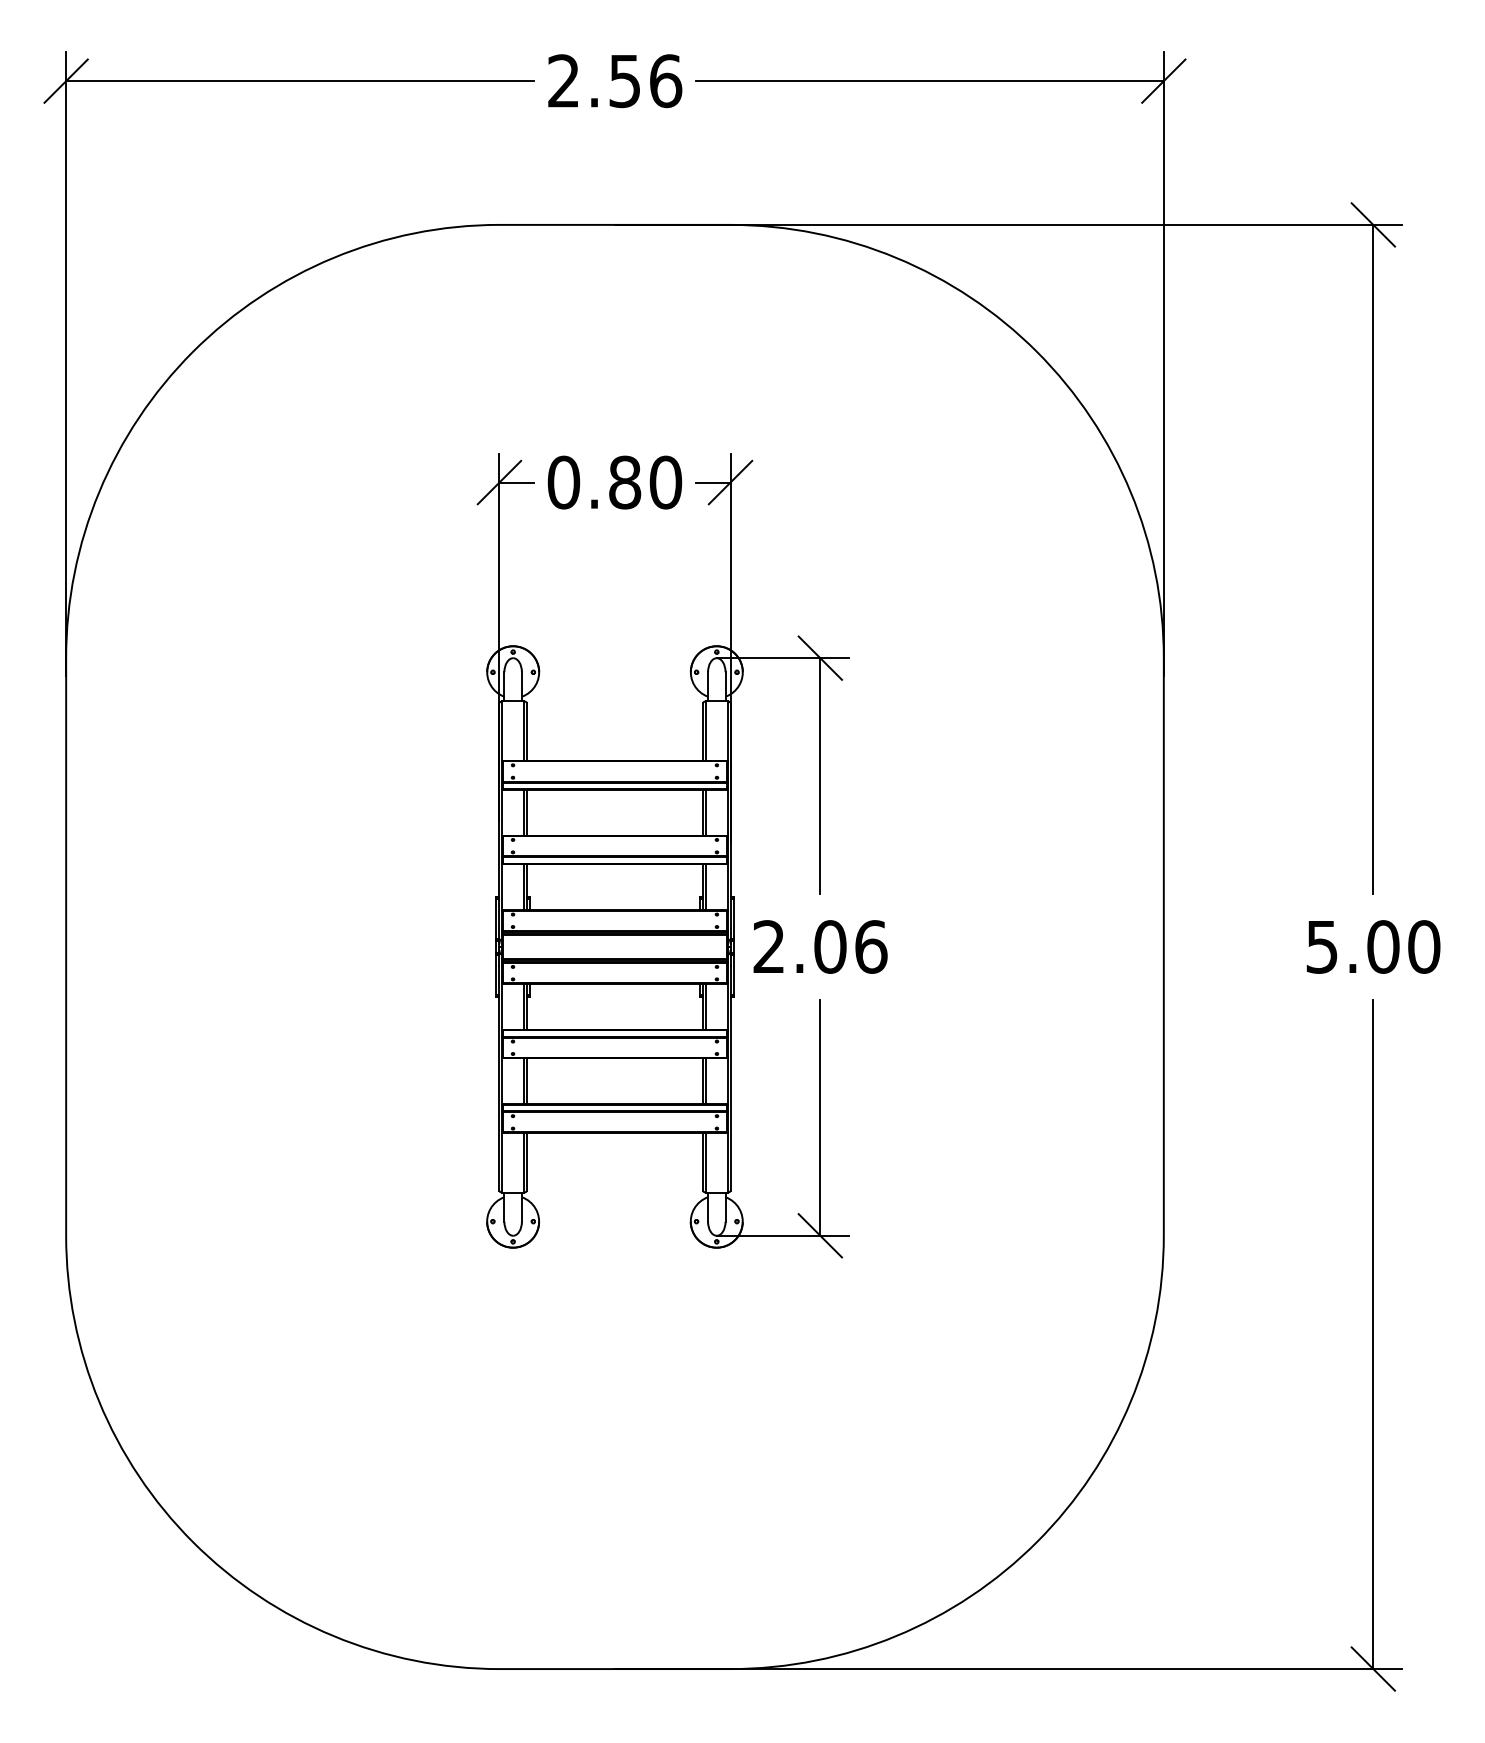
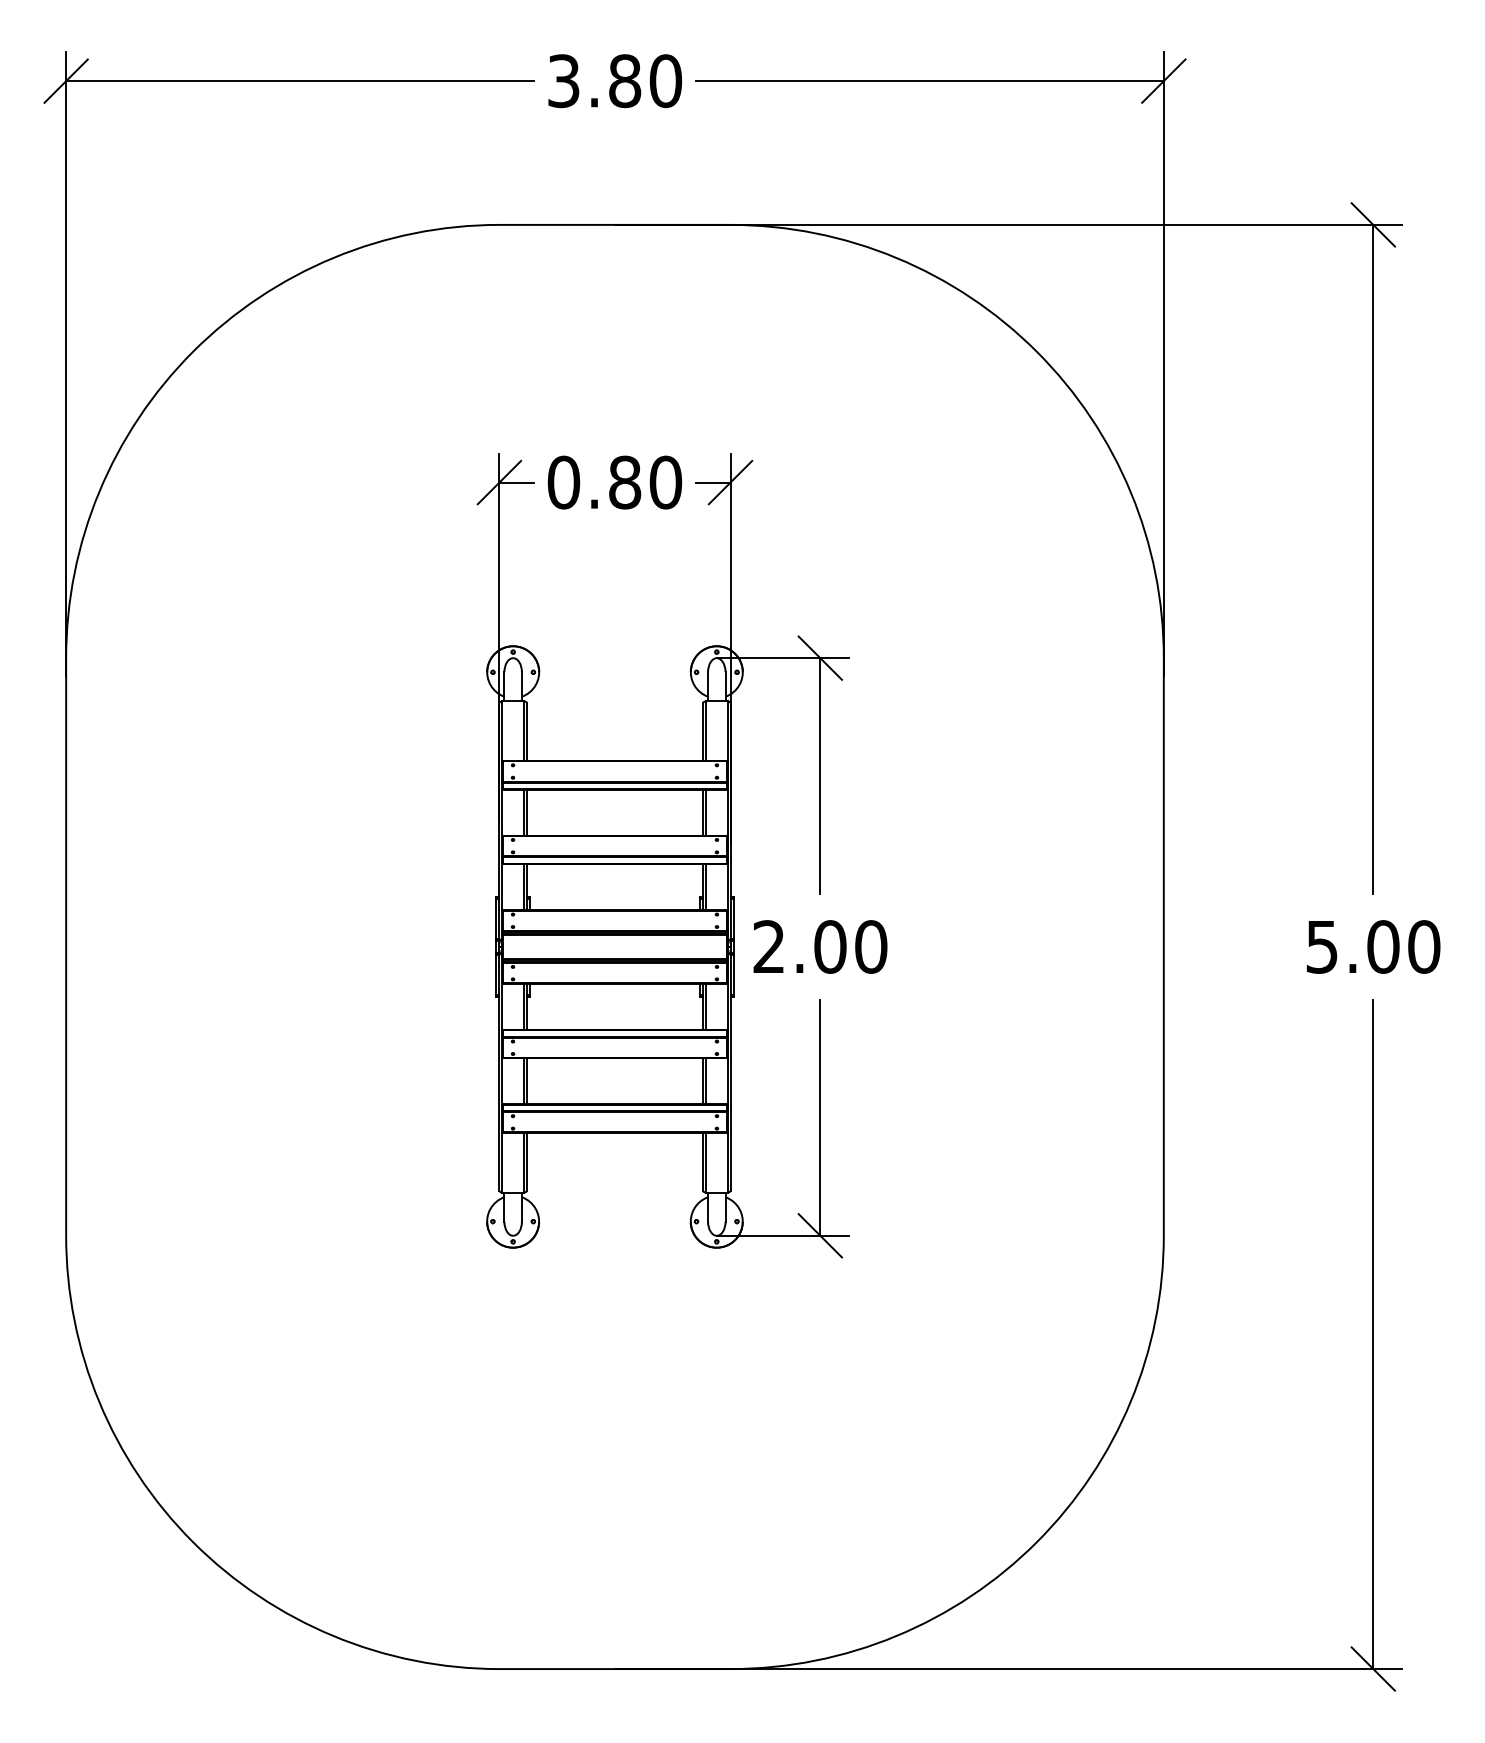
text at (615, 81): 2.56 -> 3.80
text at (871, 946): 2.06 -> 2.00
